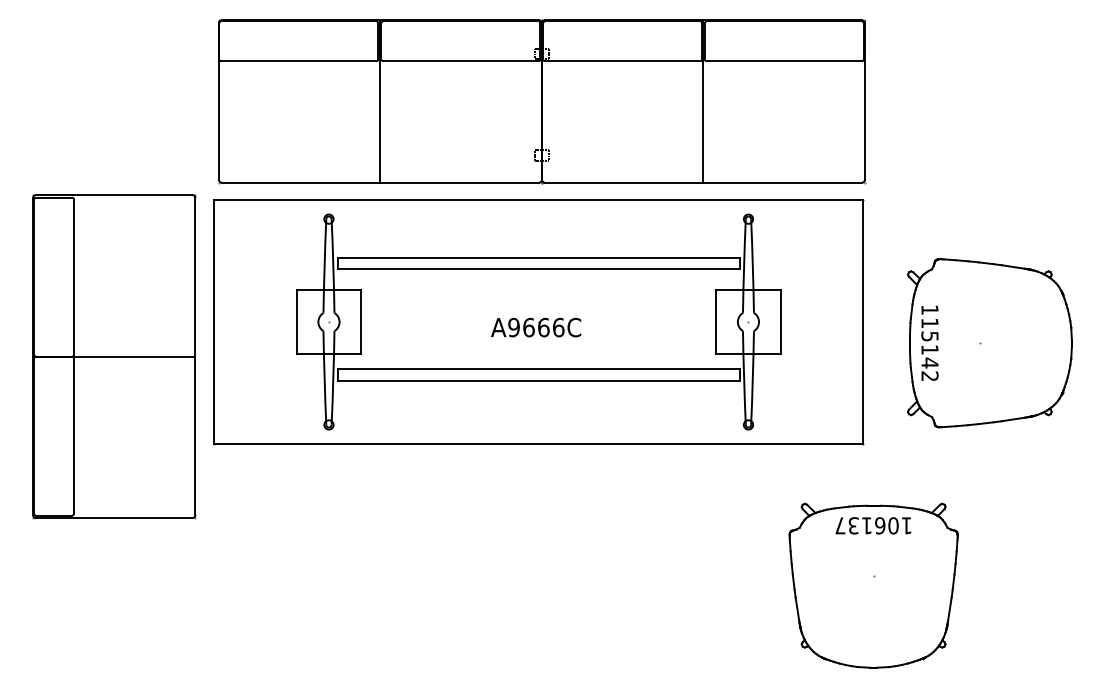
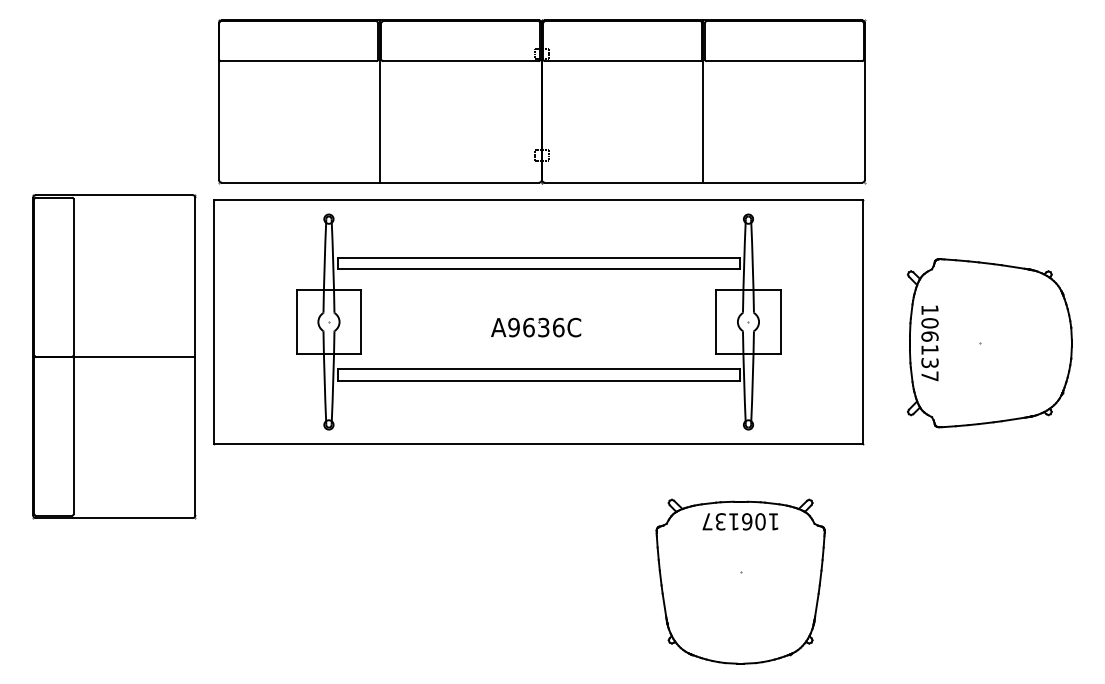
text at (543, 327): A9666C -> A9636C
text at (929, 349): 115142 -> 106137
part at (873, 585) position: (873, 585) -> (740, 581)
